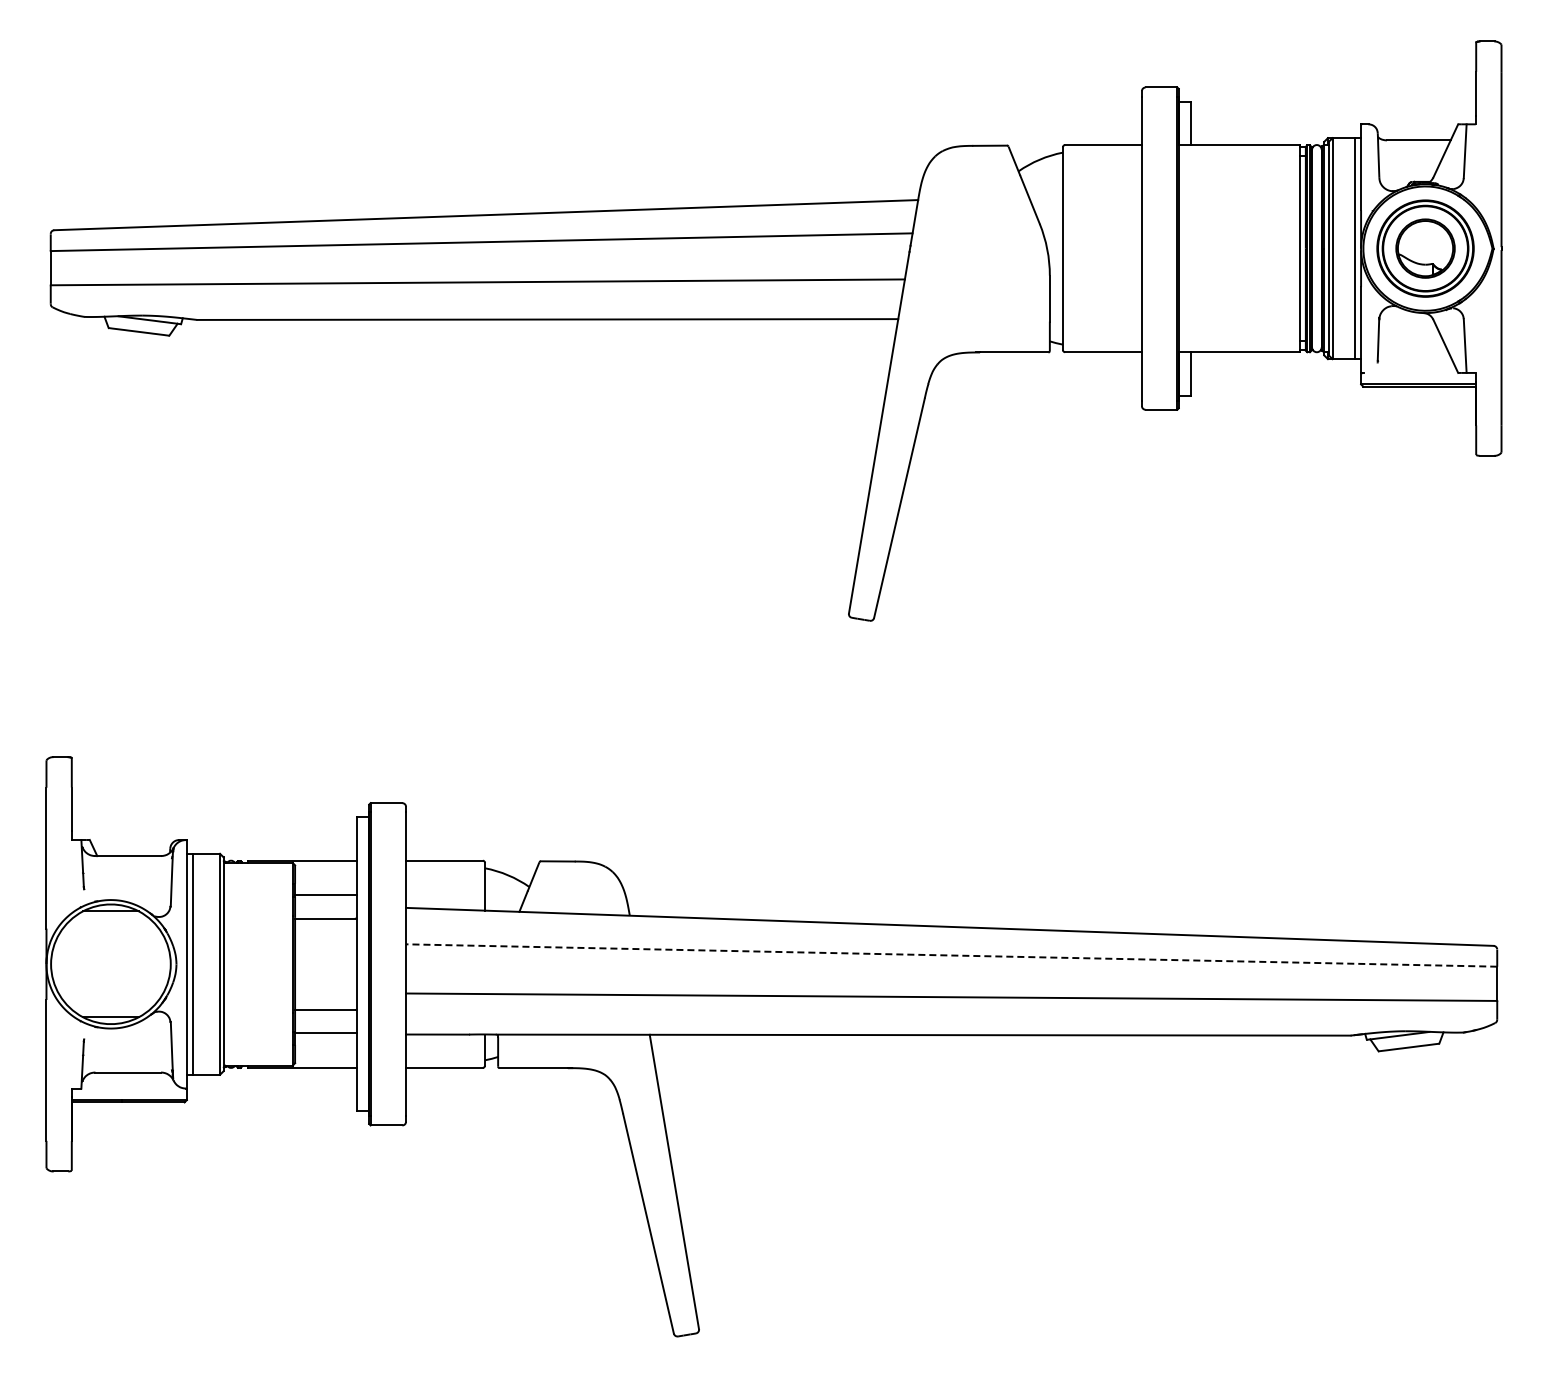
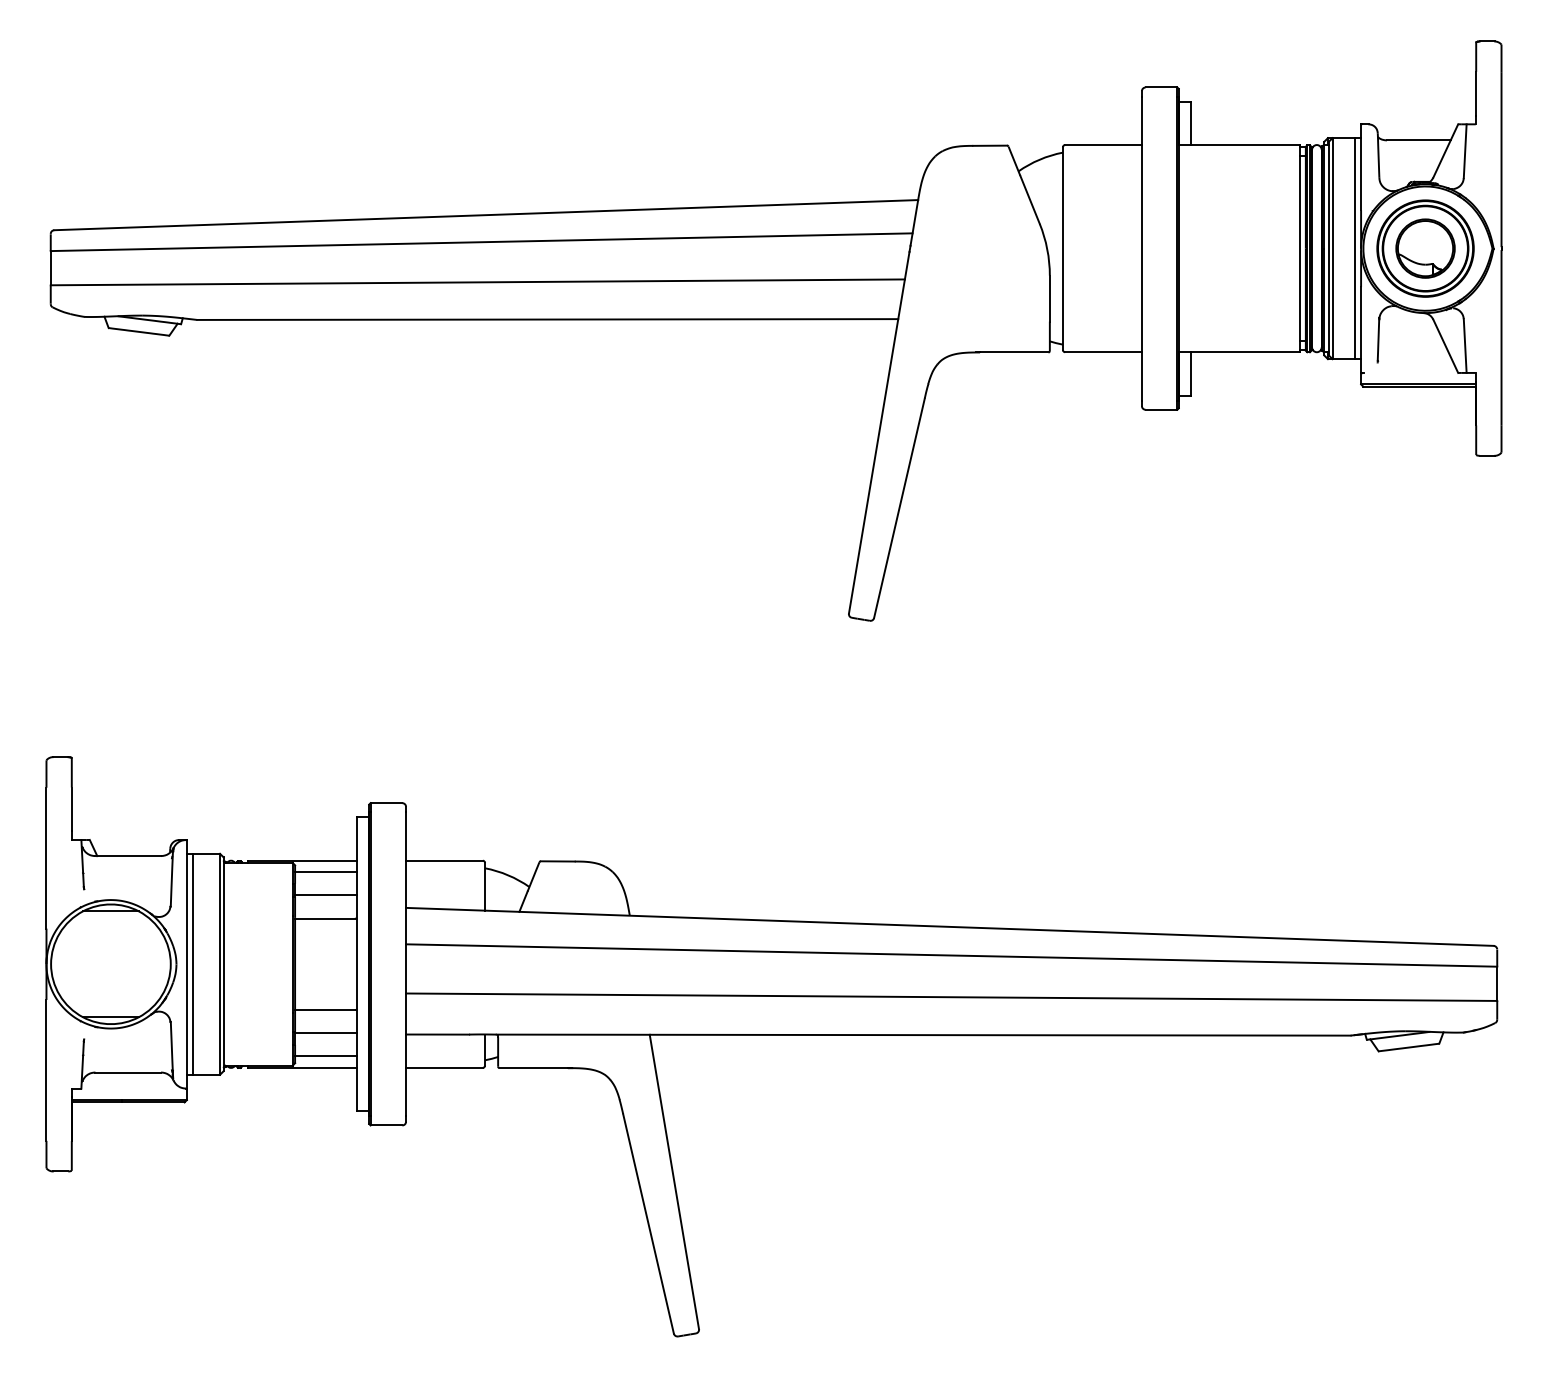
line at (326, 872): none -> present
line at (951, 955): dashed -> solid
line at (326, 1056): none -> present
